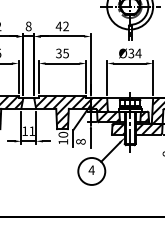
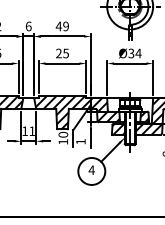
text at (28, 26): 8 -> 6
text at (65, 26): 42 -> 49
text at (58, 54): 35 -> 25
text at (80, 141): 8 -> 1
